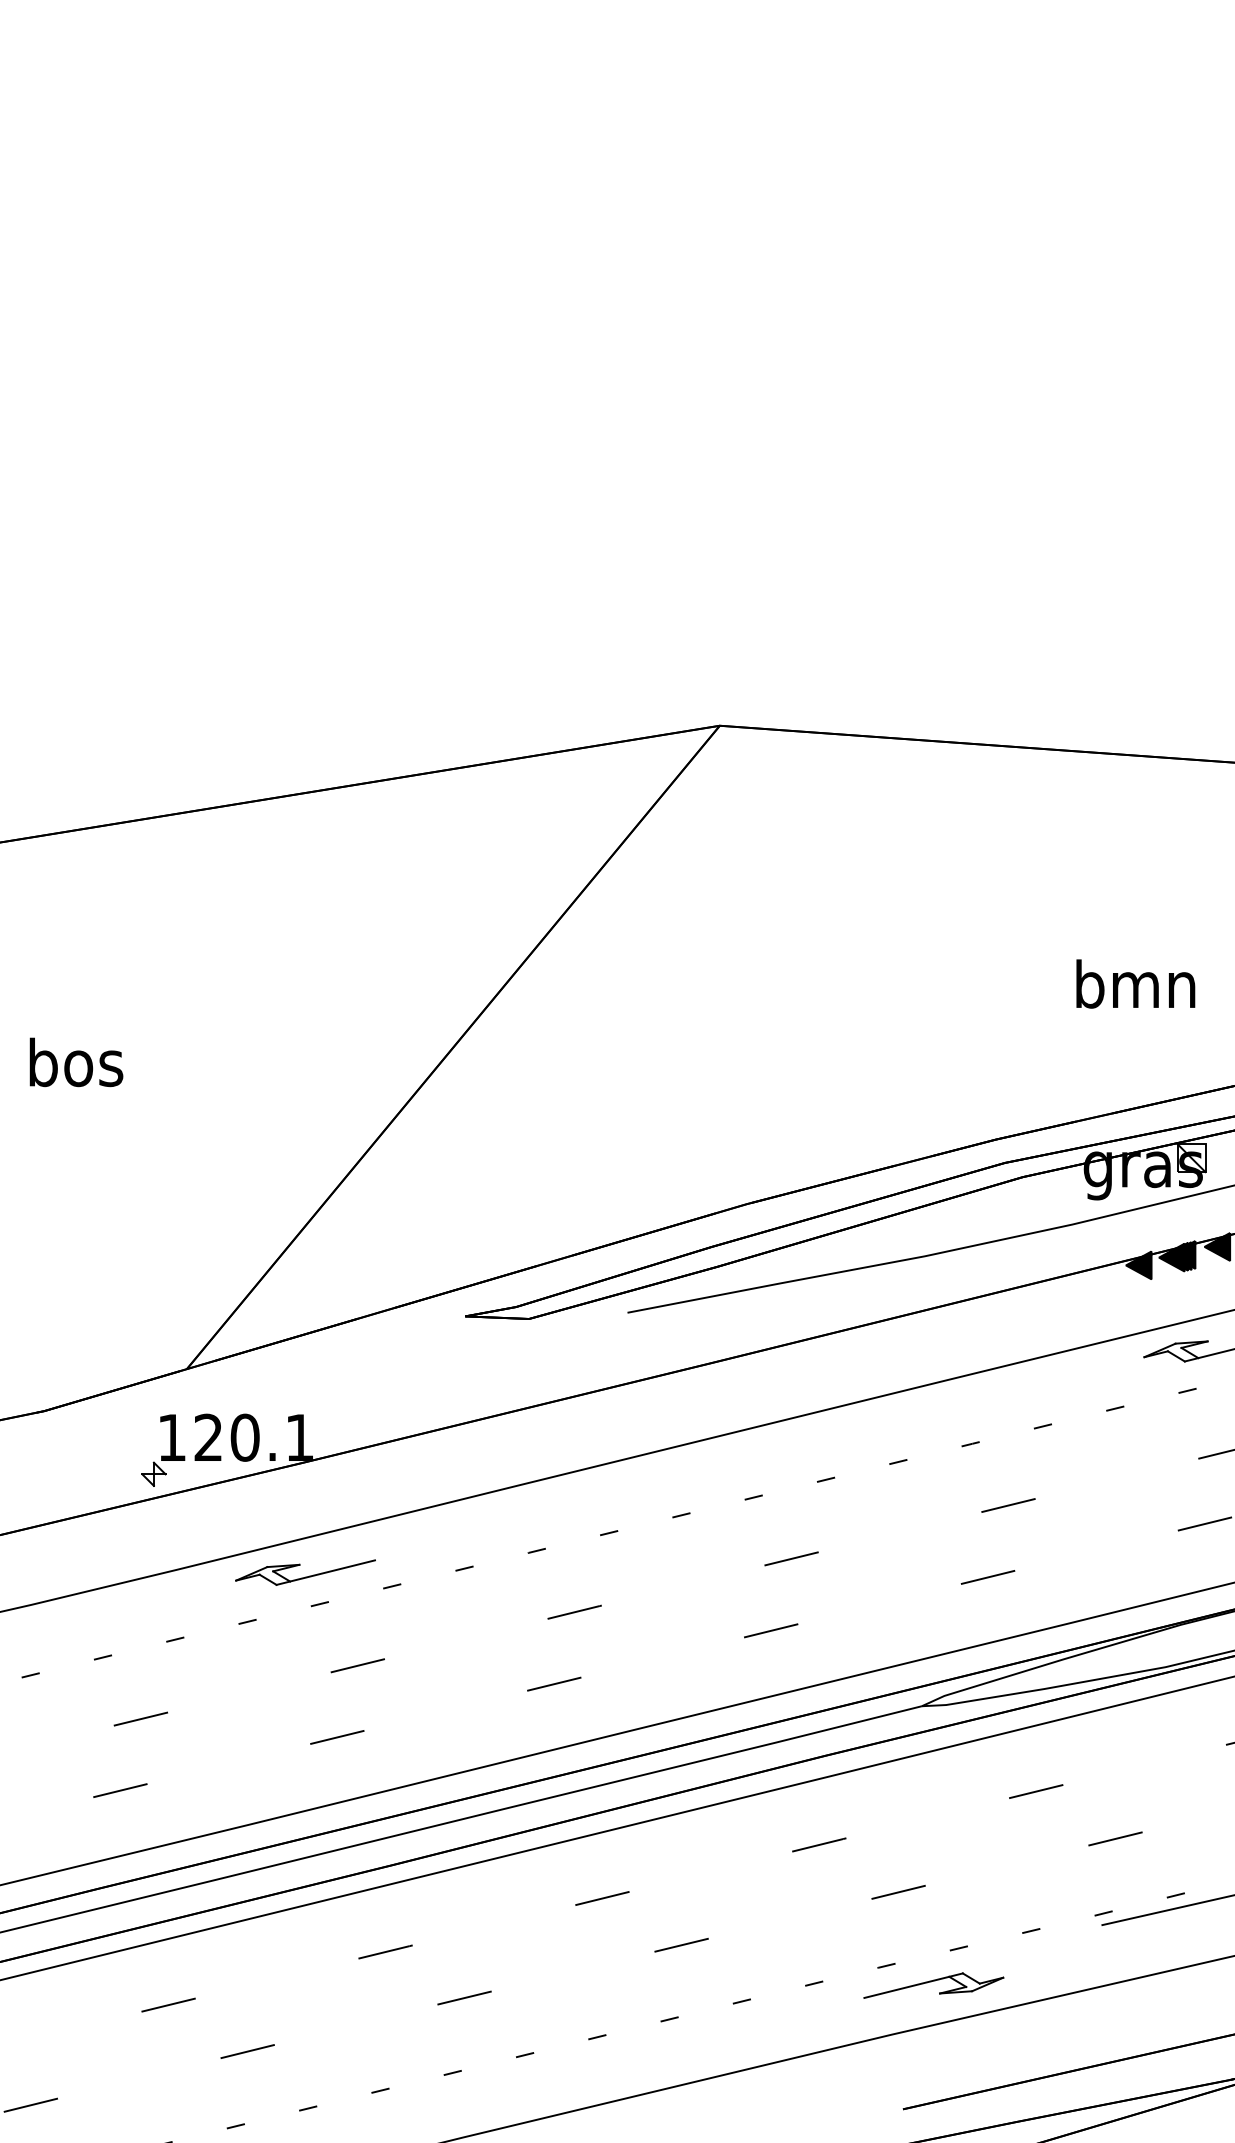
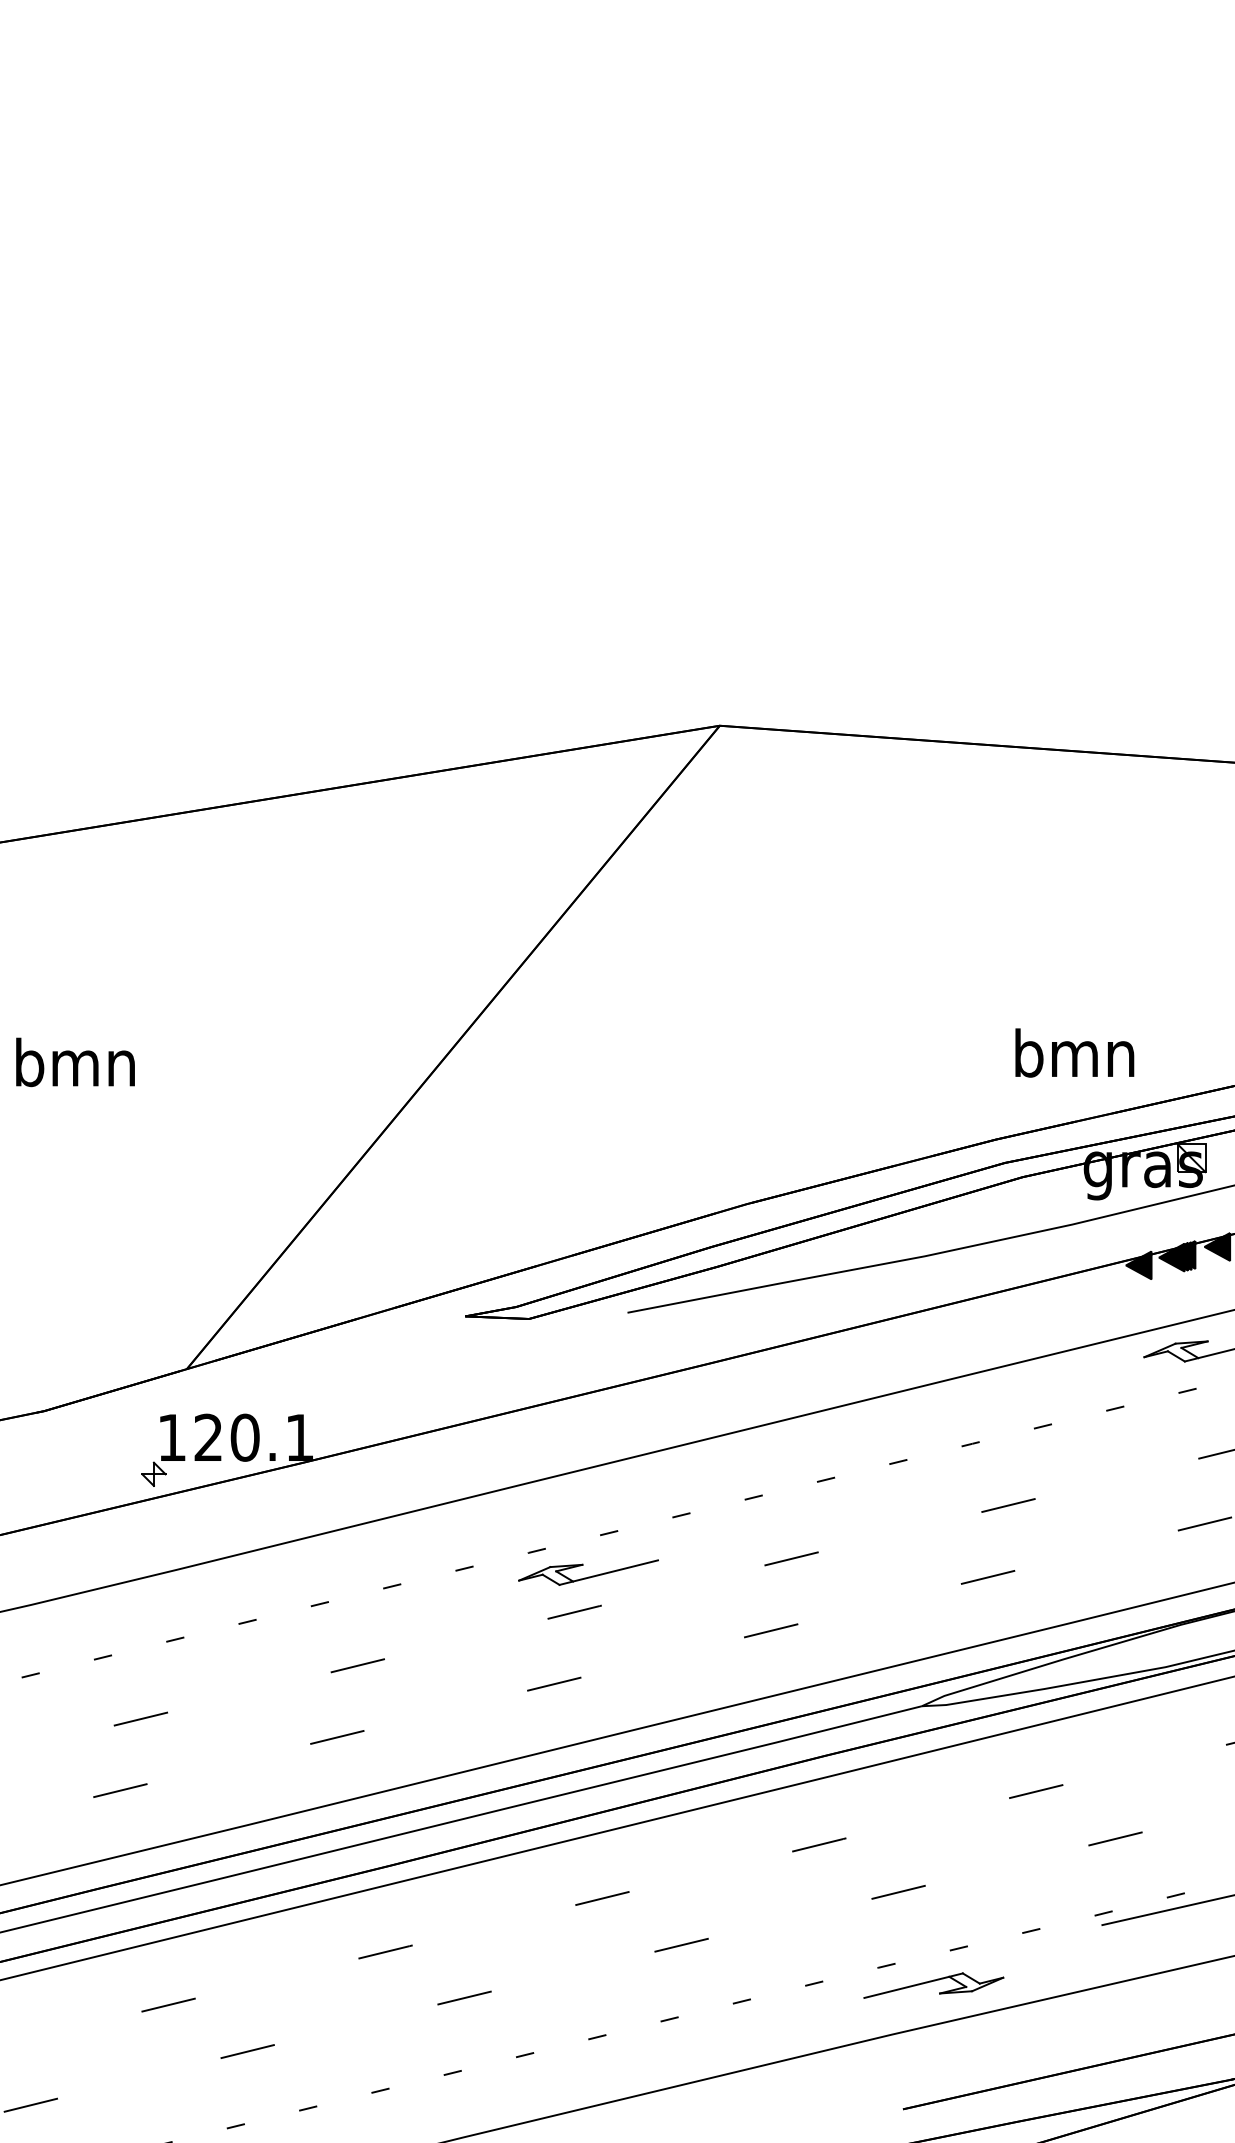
text at (1135, 983) position: (1135, 983) -> (1074, 1052)
text at (75, 1062): bos -> bmn
part at (305, 1572) position: (305, 1572) -> (588, 1572)
